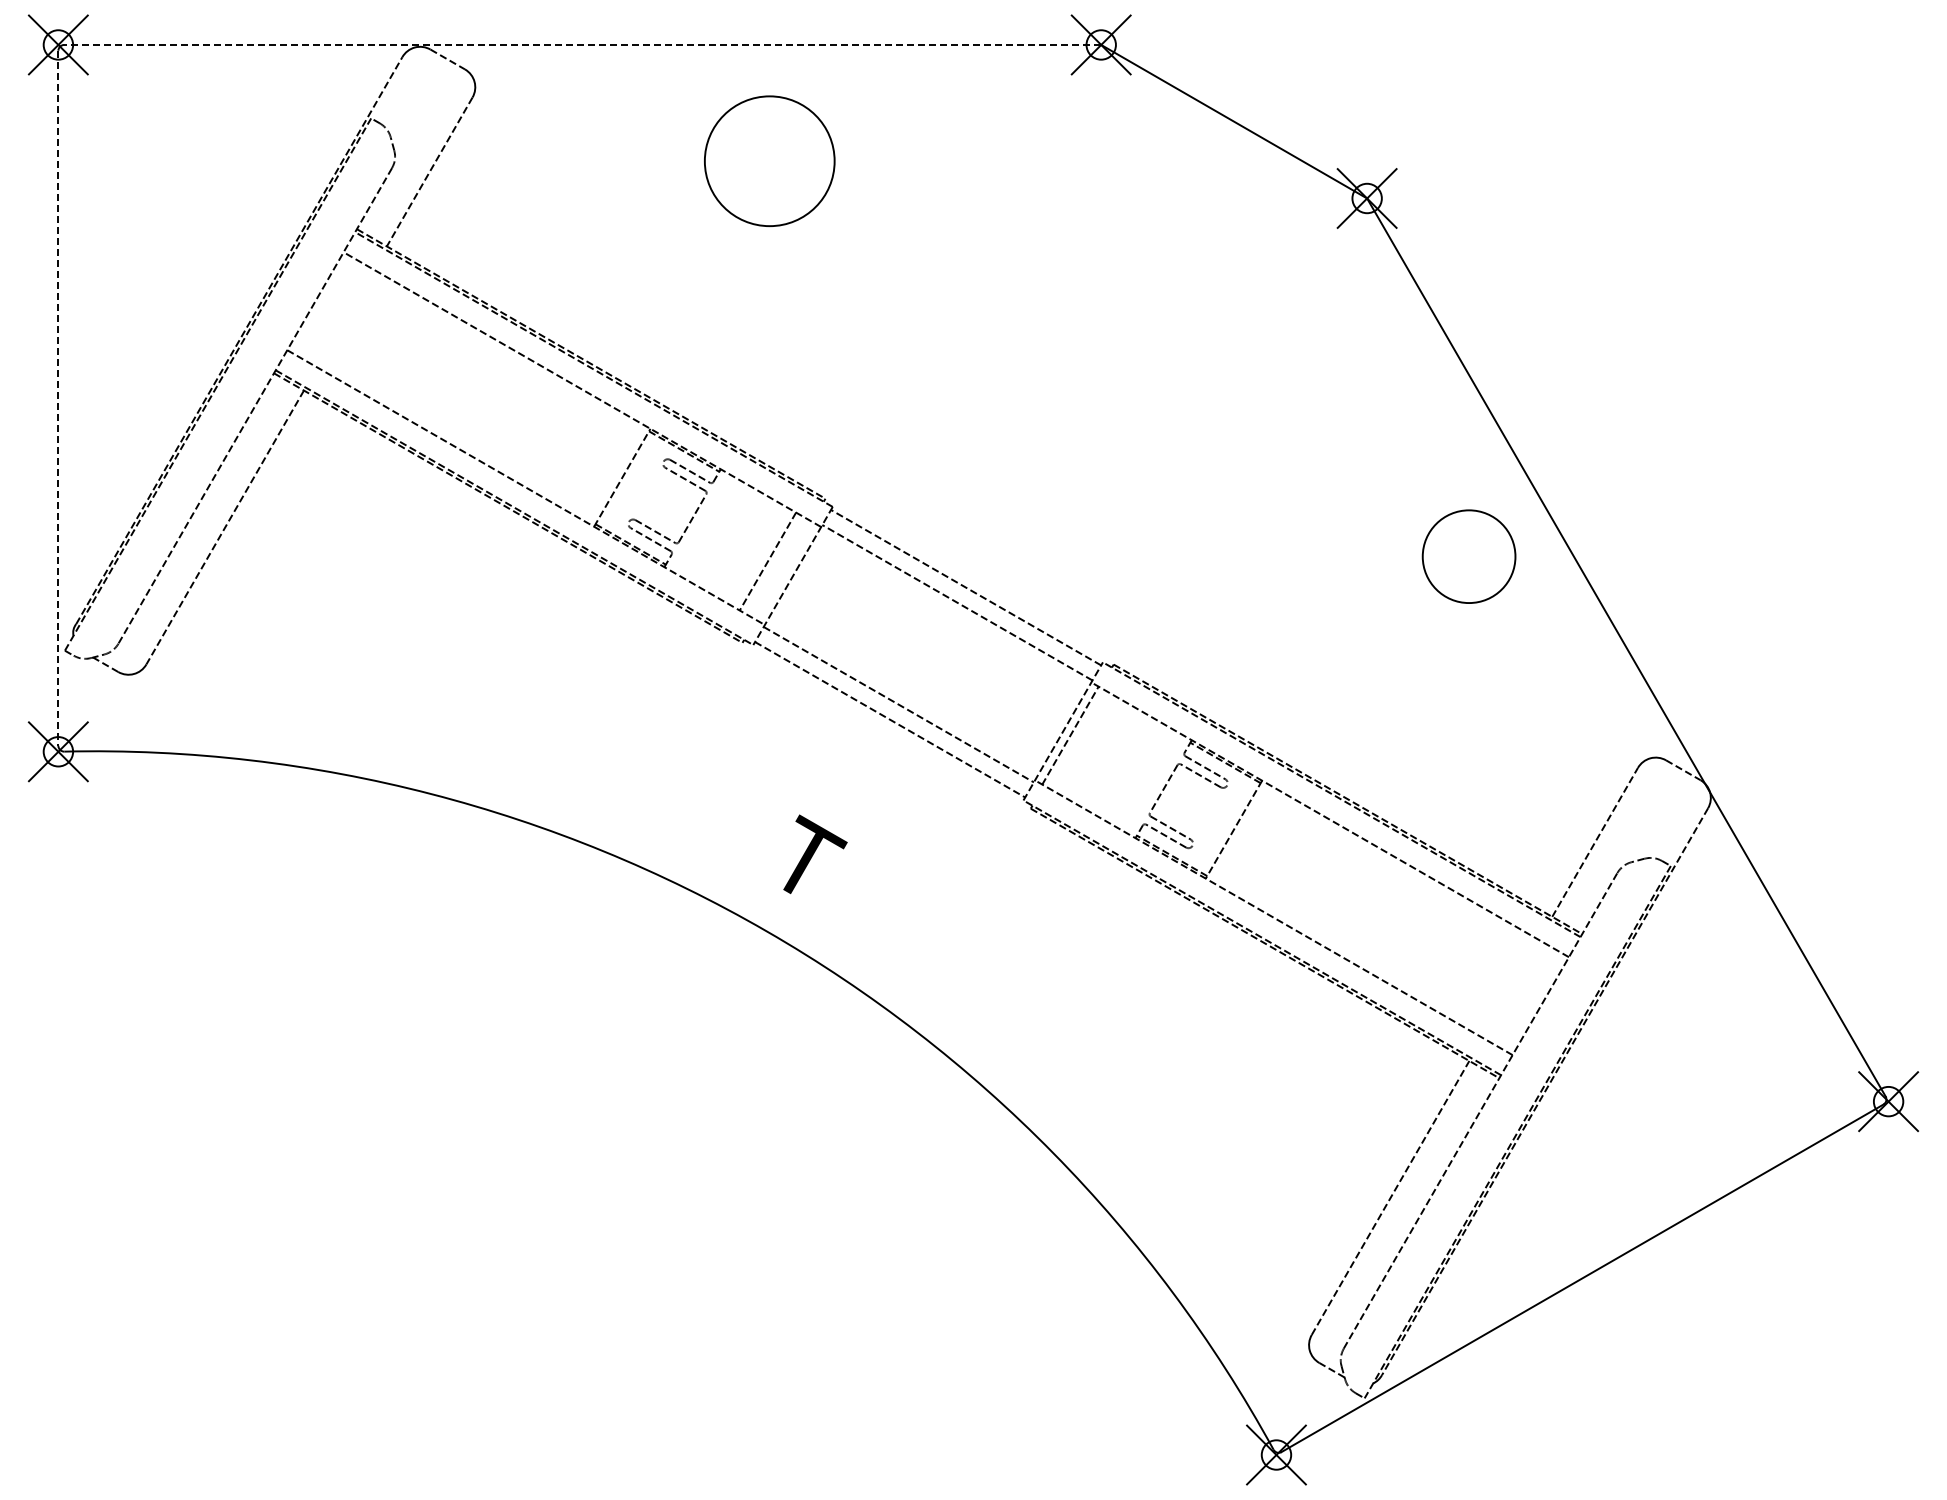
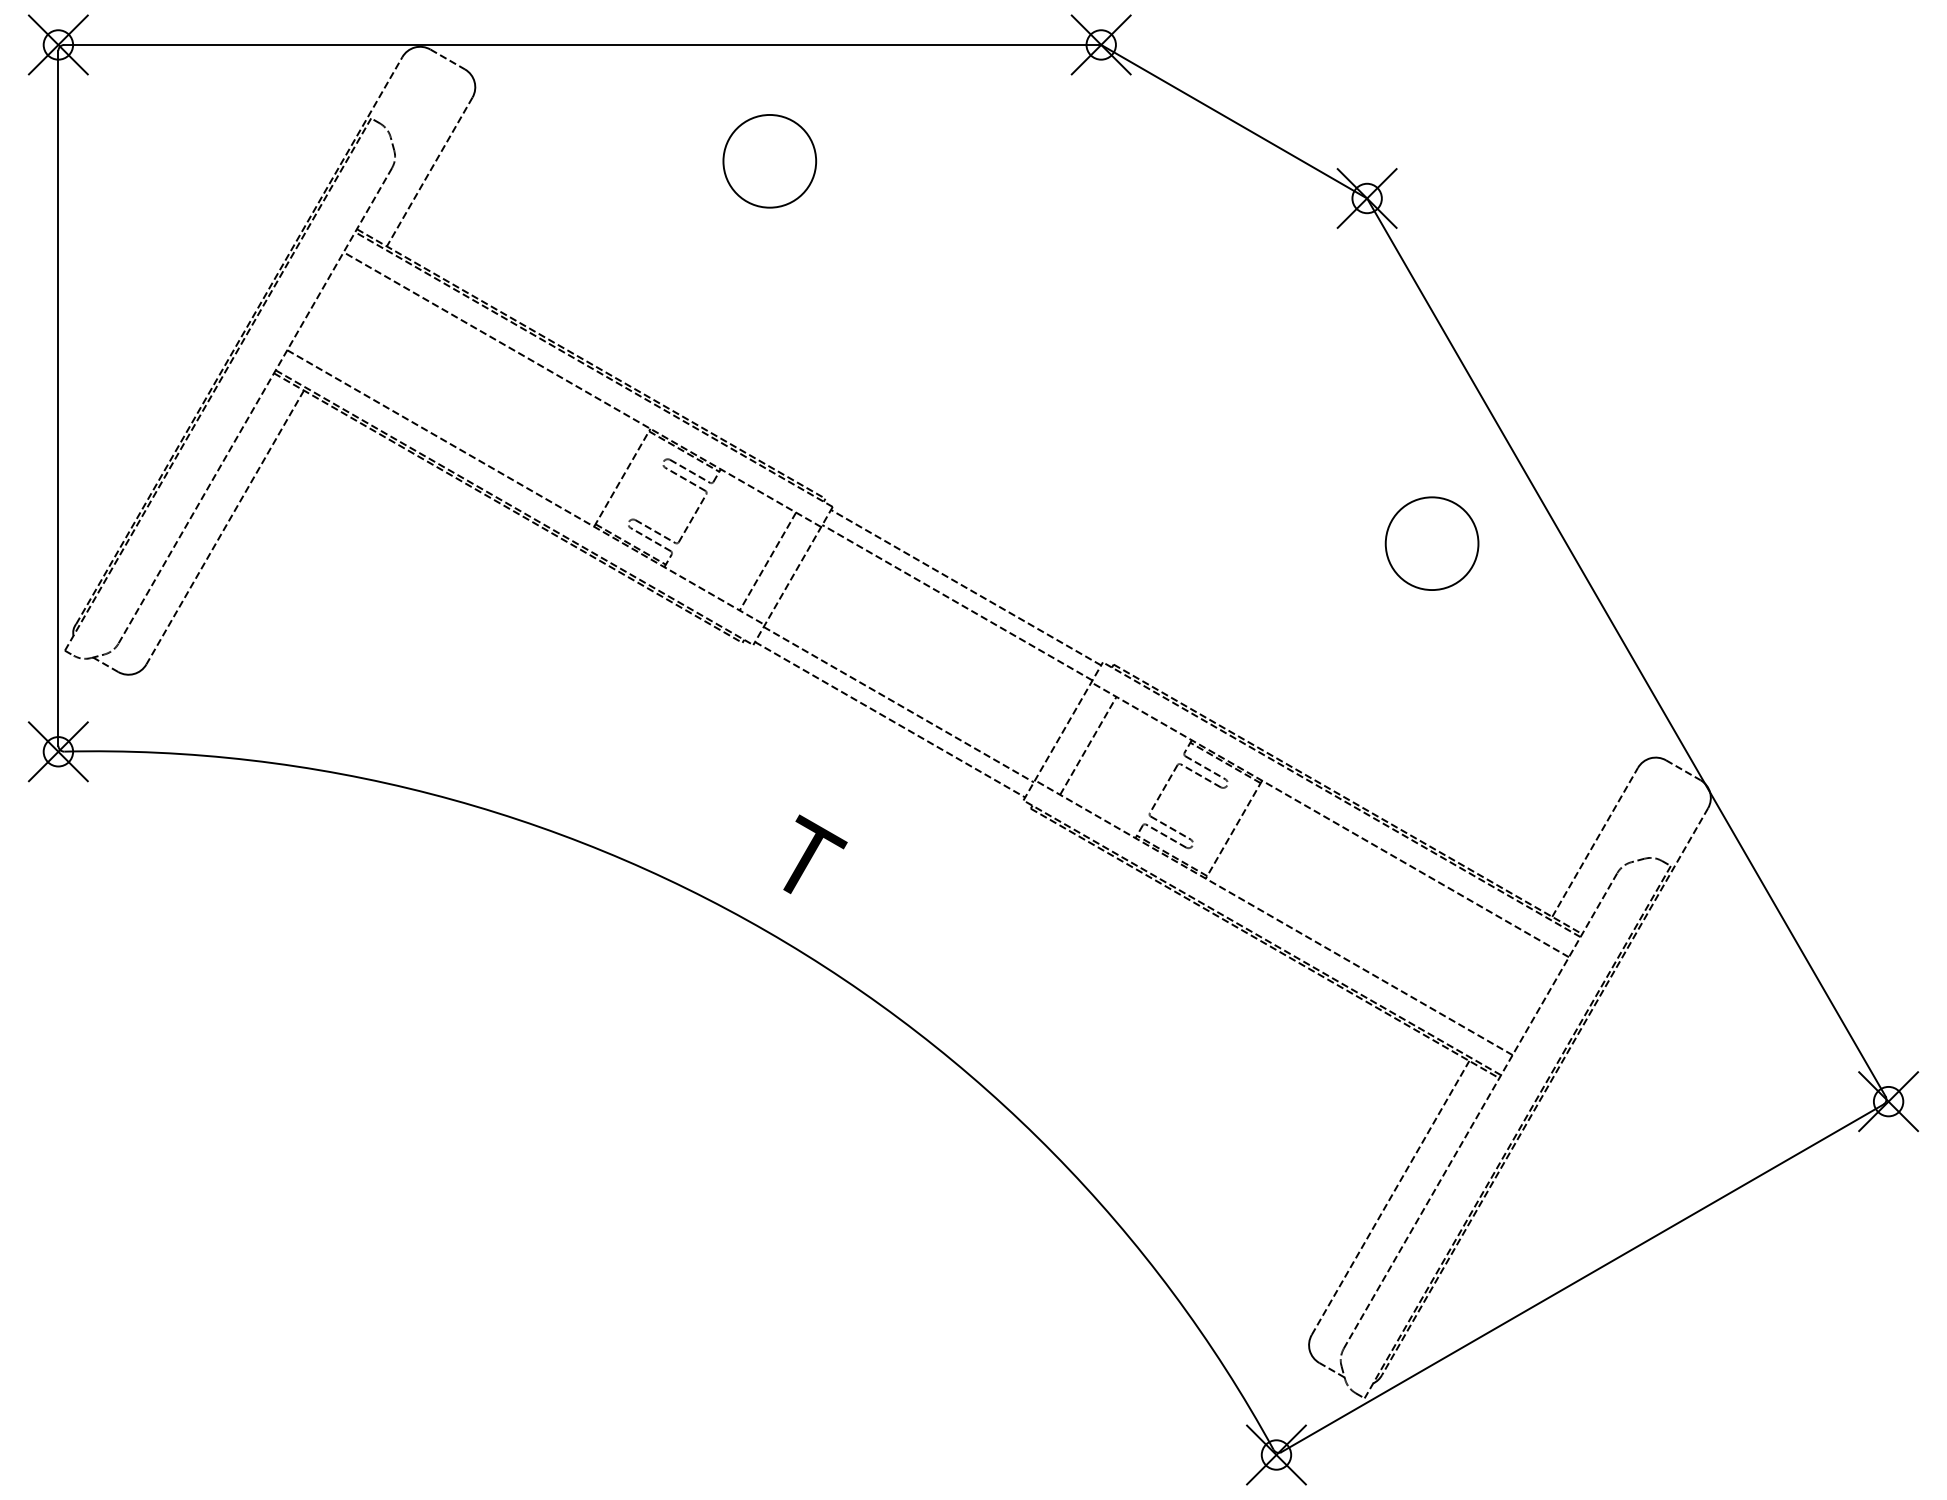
line at (582, 44): dashed -> solid
circle at (769, 160) size: 132x132 px -> 96x95 px
line at (58, 398): dashed -> solid
circle at (1468, 556) position: (1468, 556) -> (1431, 543)
line at (1070, 735) position: (1070, 735) -> (1088, 745)
